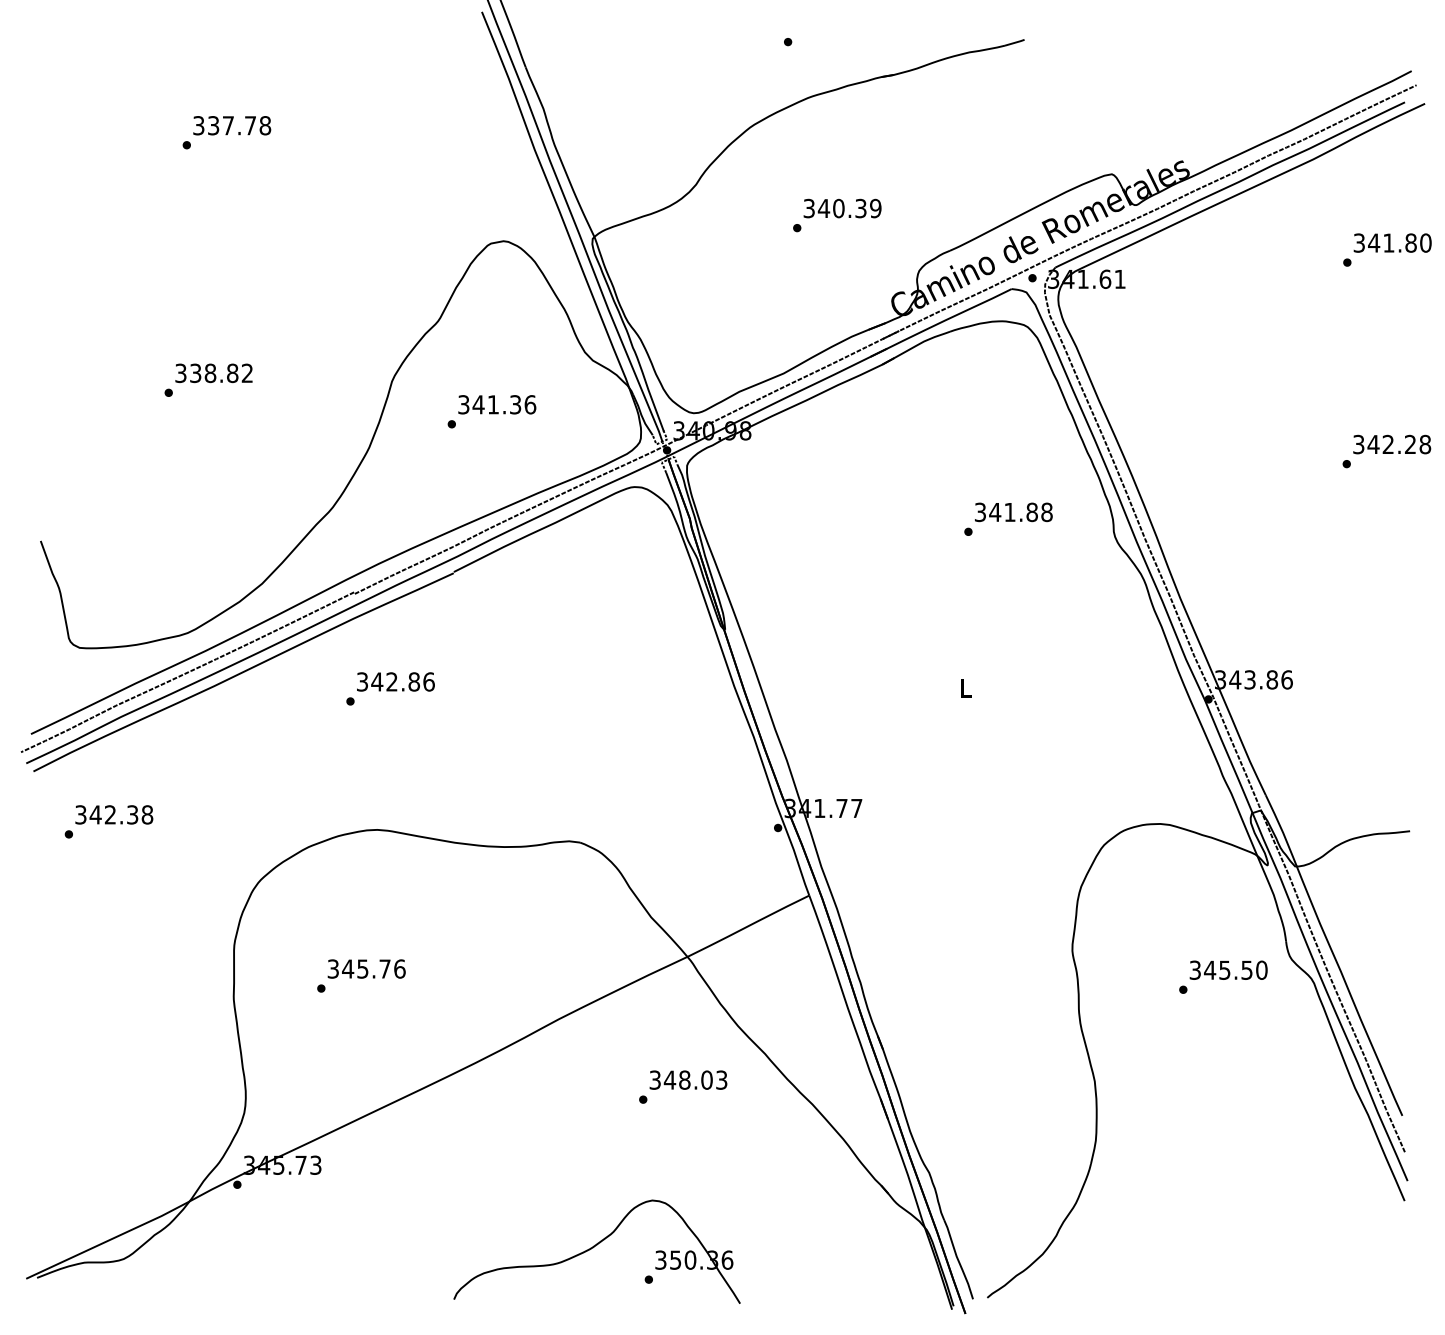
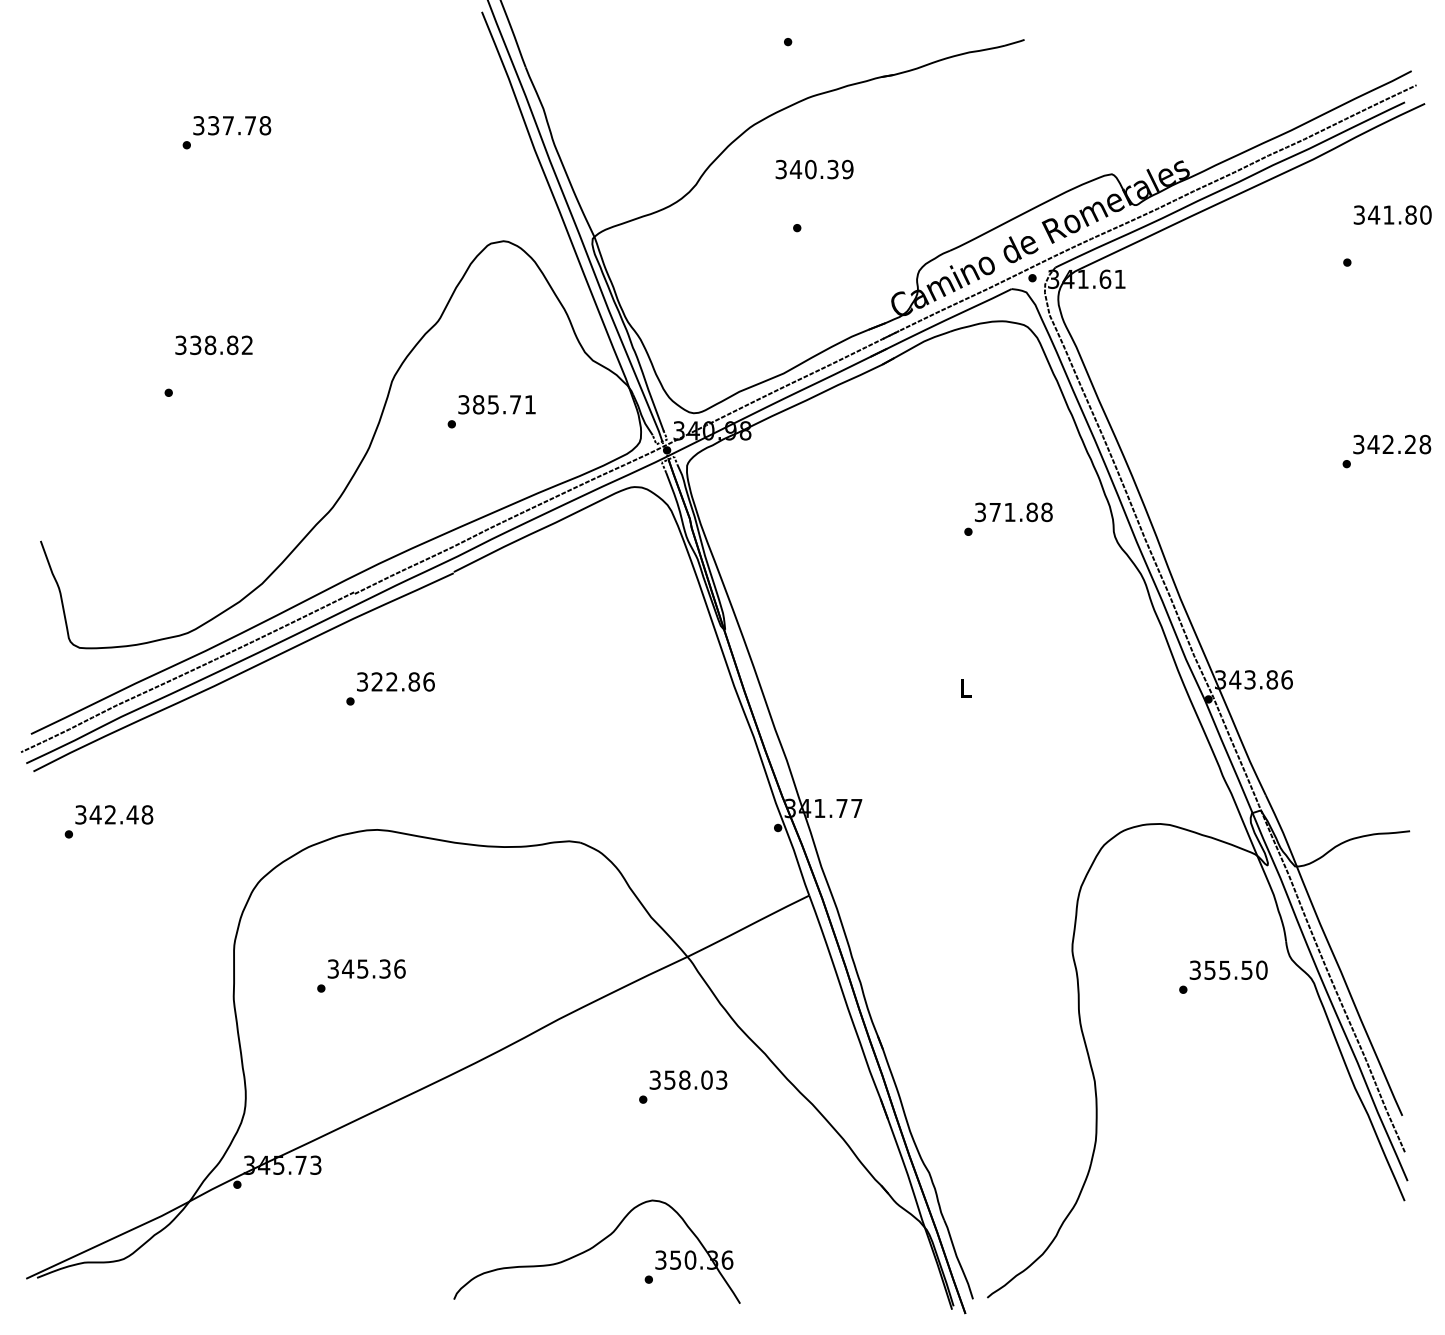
text at (842, 208) position: (842, 208) -> (814, 169)
text at (1392, 242) position: (1392, 242) -> (1392, 214)
text at (213, 373) position: (213, 373) -> (213, 345)
text at (504, 404): 341.36 -> 385.71
text at (995, 512): 341.88 -> 371.88
text at (377, 681): 342.86 -> 322.86
text at (132, 814): 342.38 -> 342.48
text at (384, 968): 345.76 -> 345.36
text at (1210, 969): 345.50 -> 355.50
text at (669, 1079): 348.03 -> 358.03
